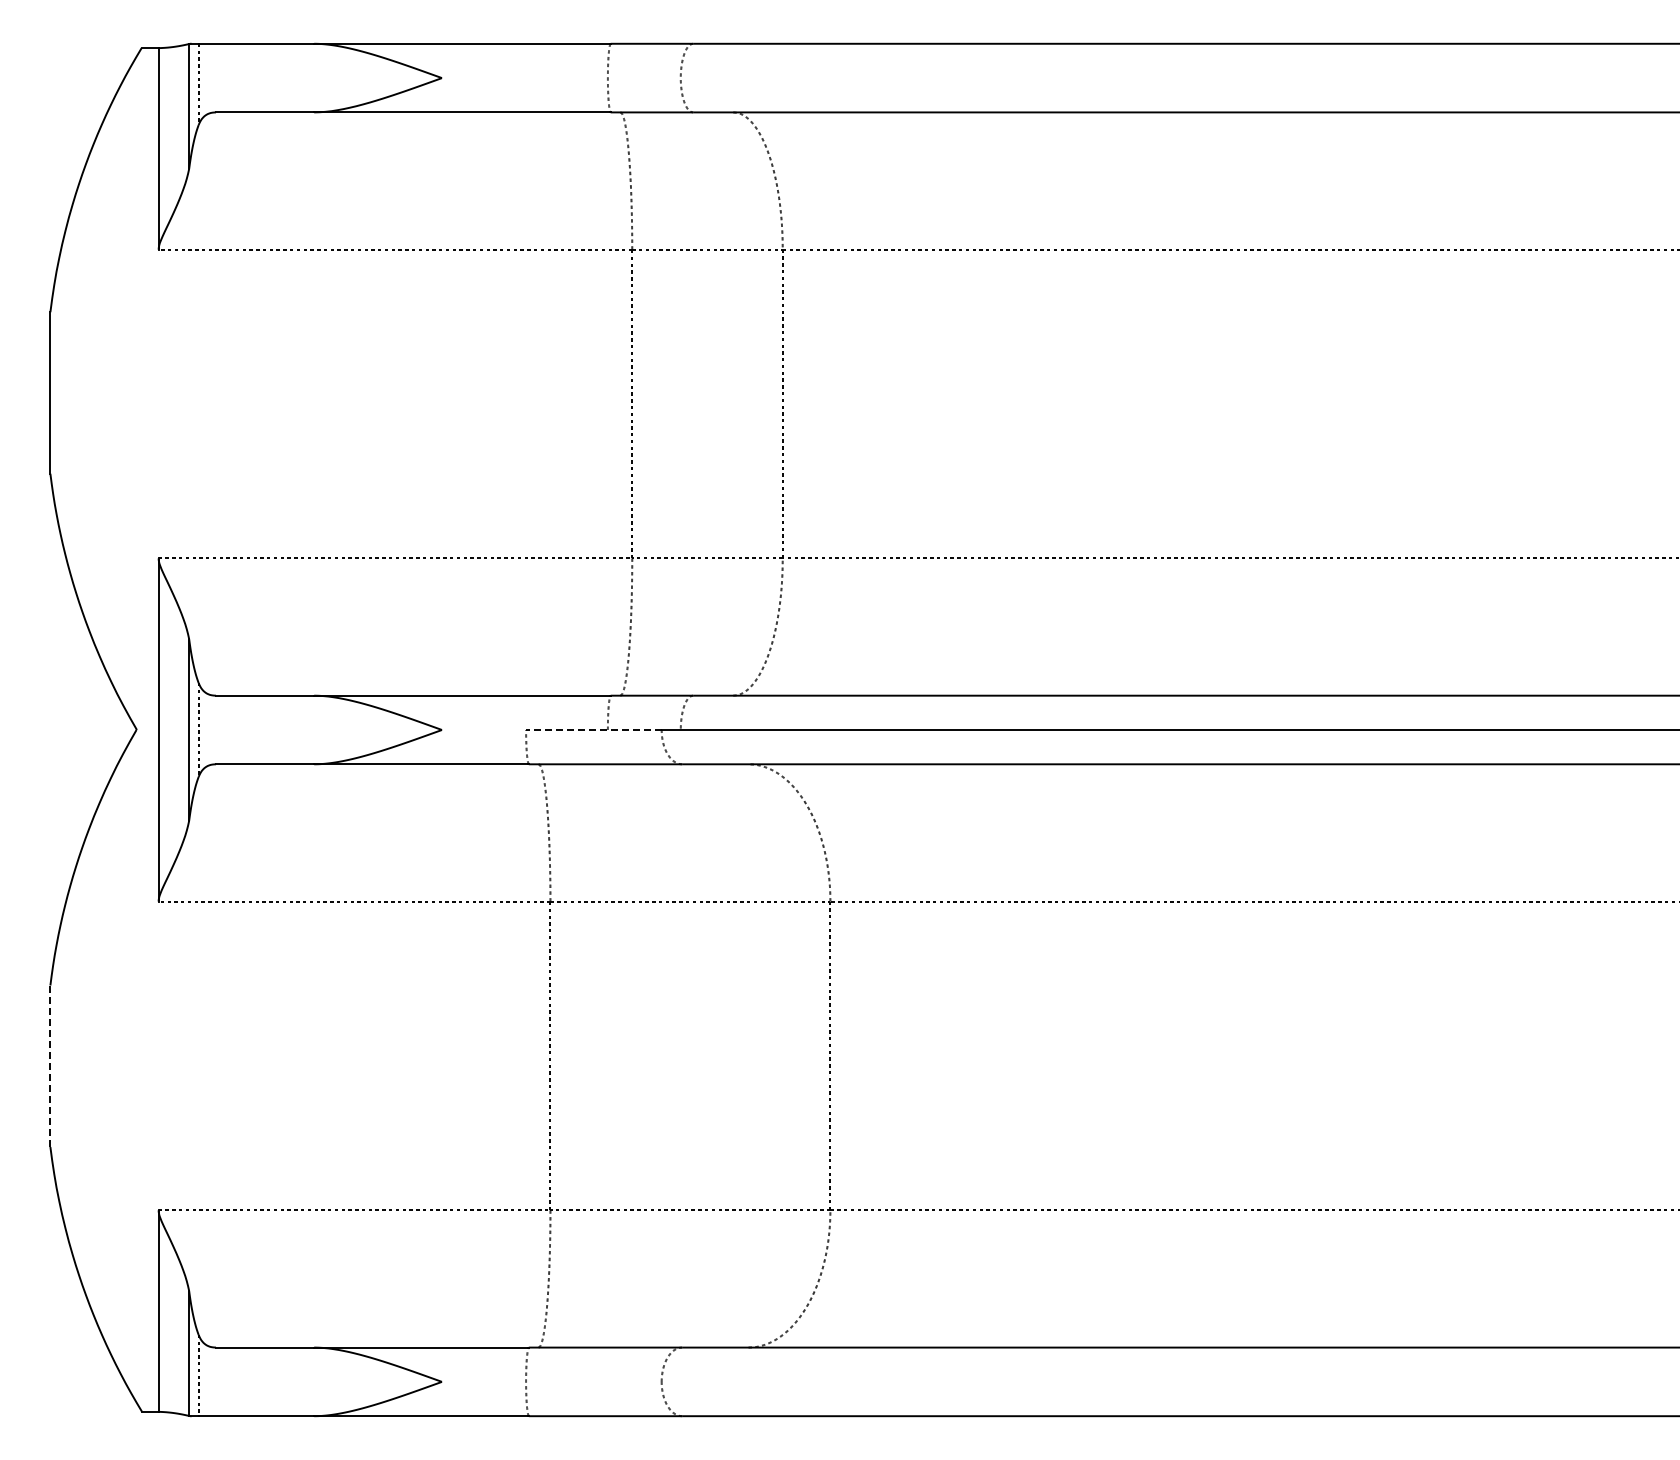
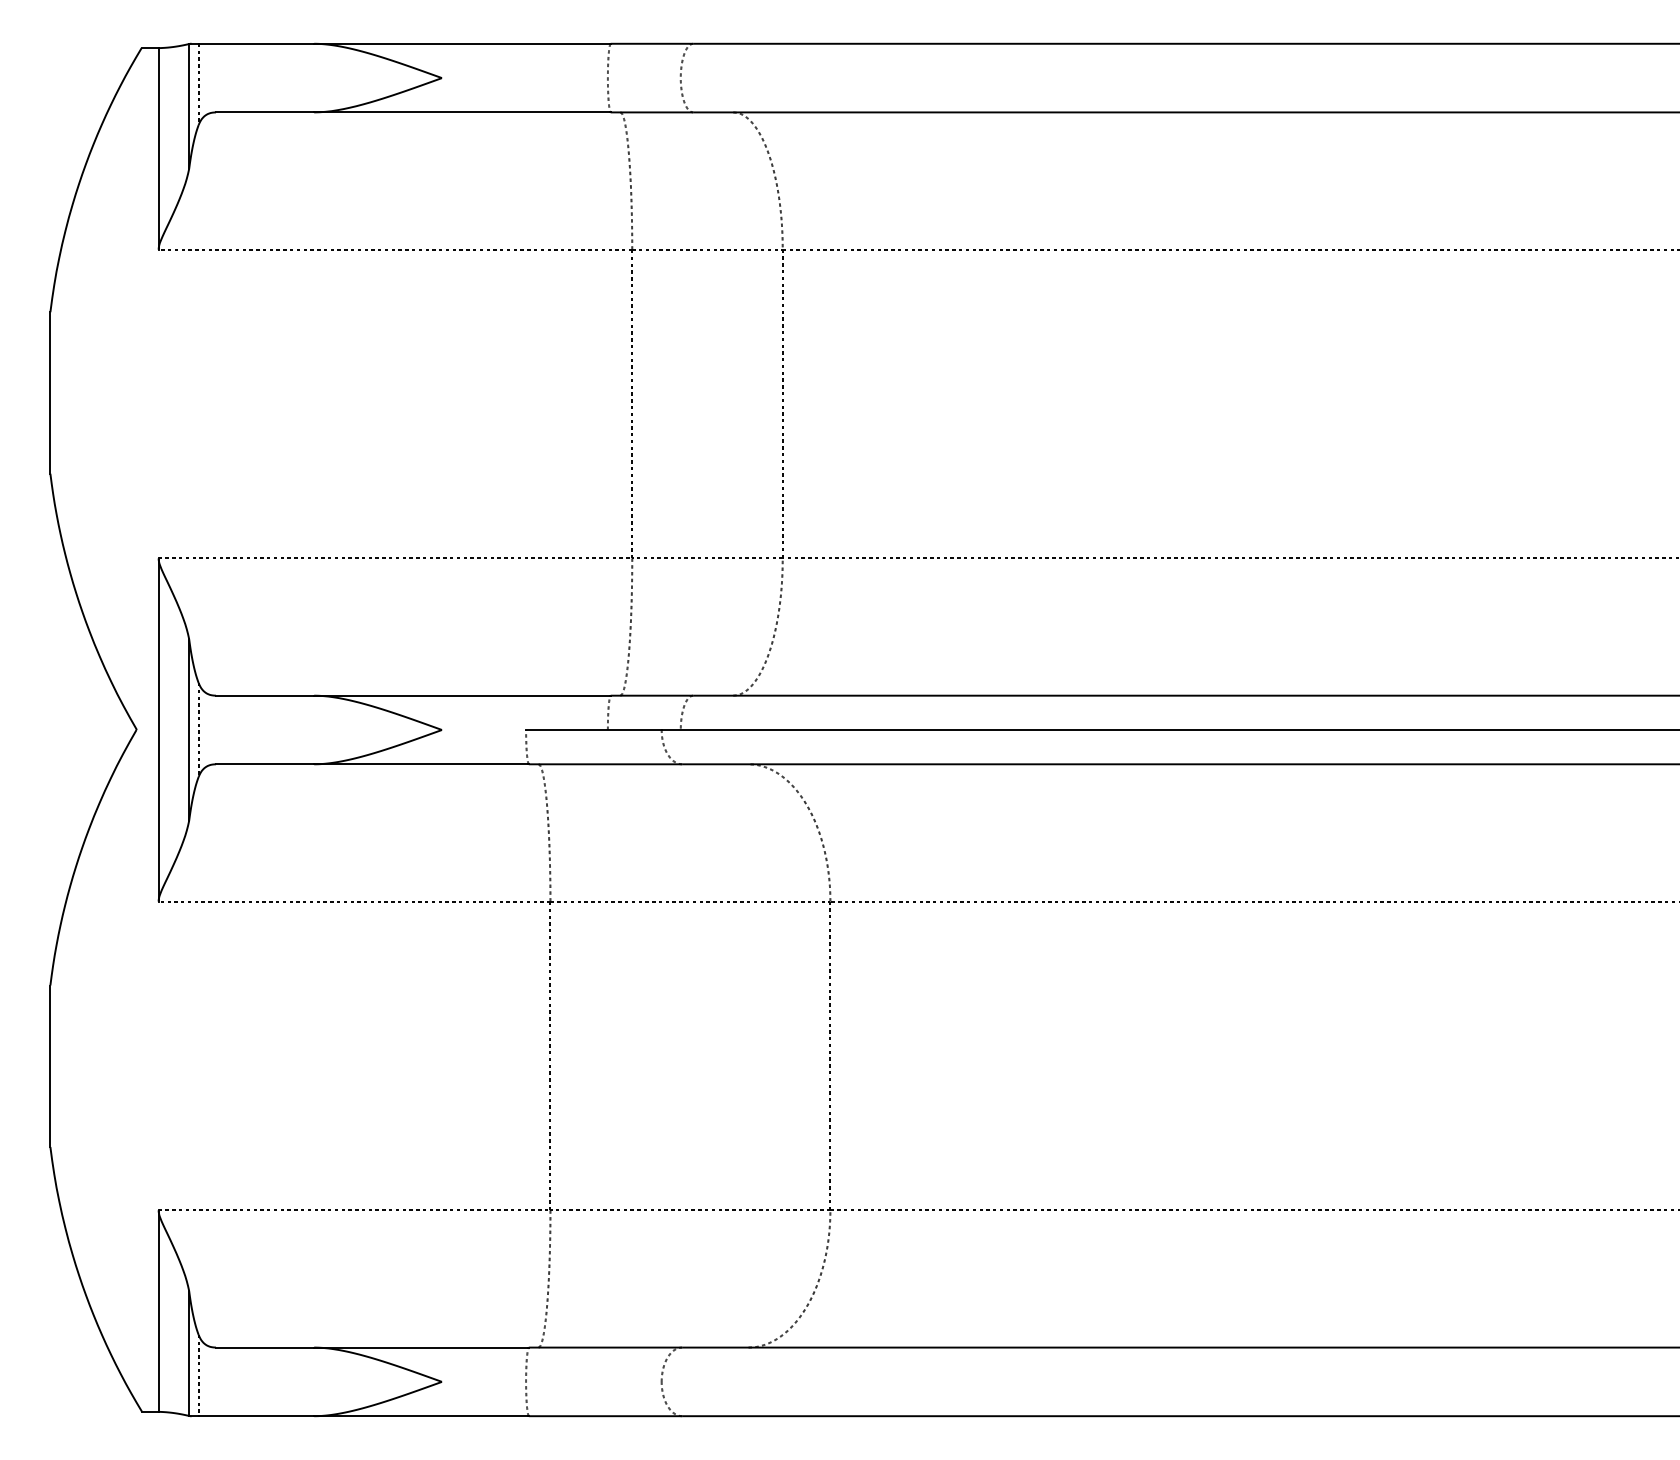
line at (593, 730): dashed -> solid
line at (50, 1066): dashed -> solid
